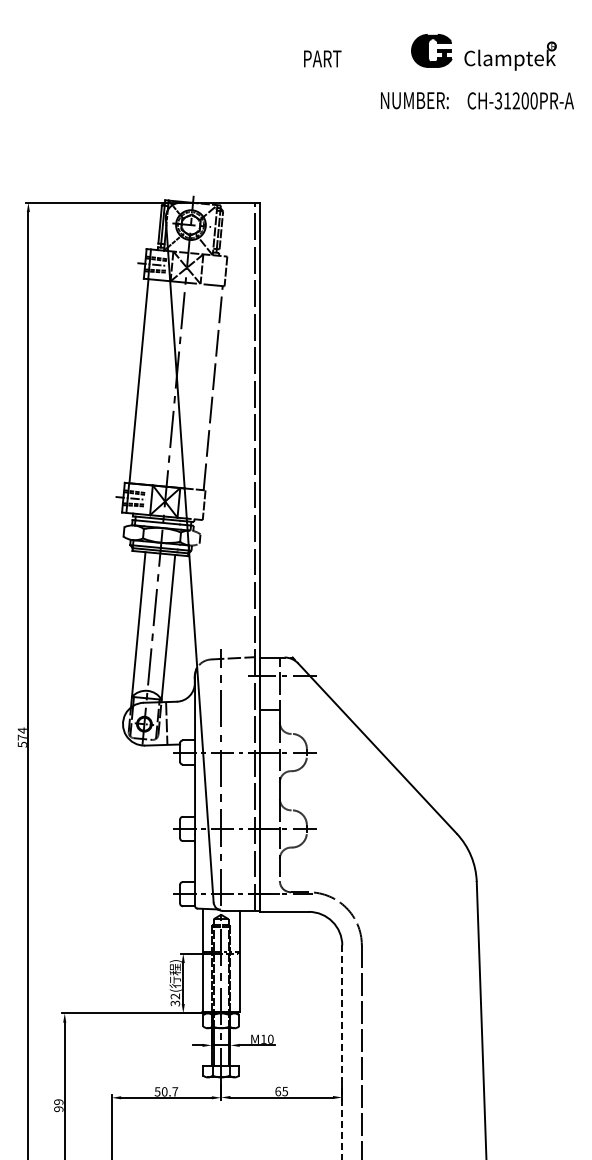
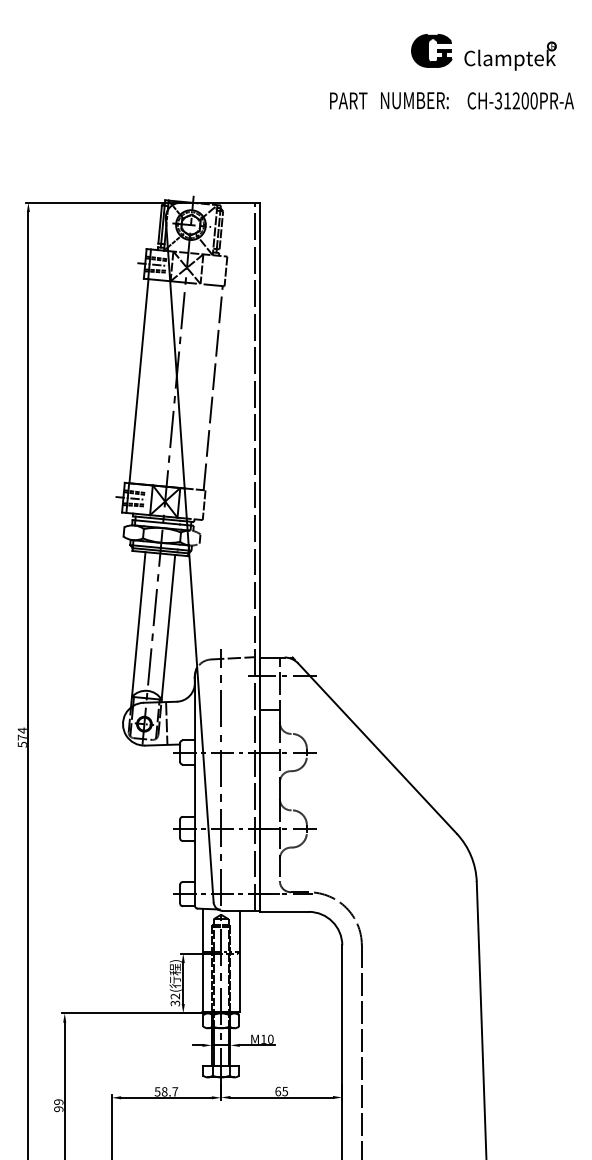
text at (322, 58) position: (322, 58) -> (348, 100)
line at (342, 1052): dashed -> solid
text at (164, 1091): 50.7 -> 58.7
